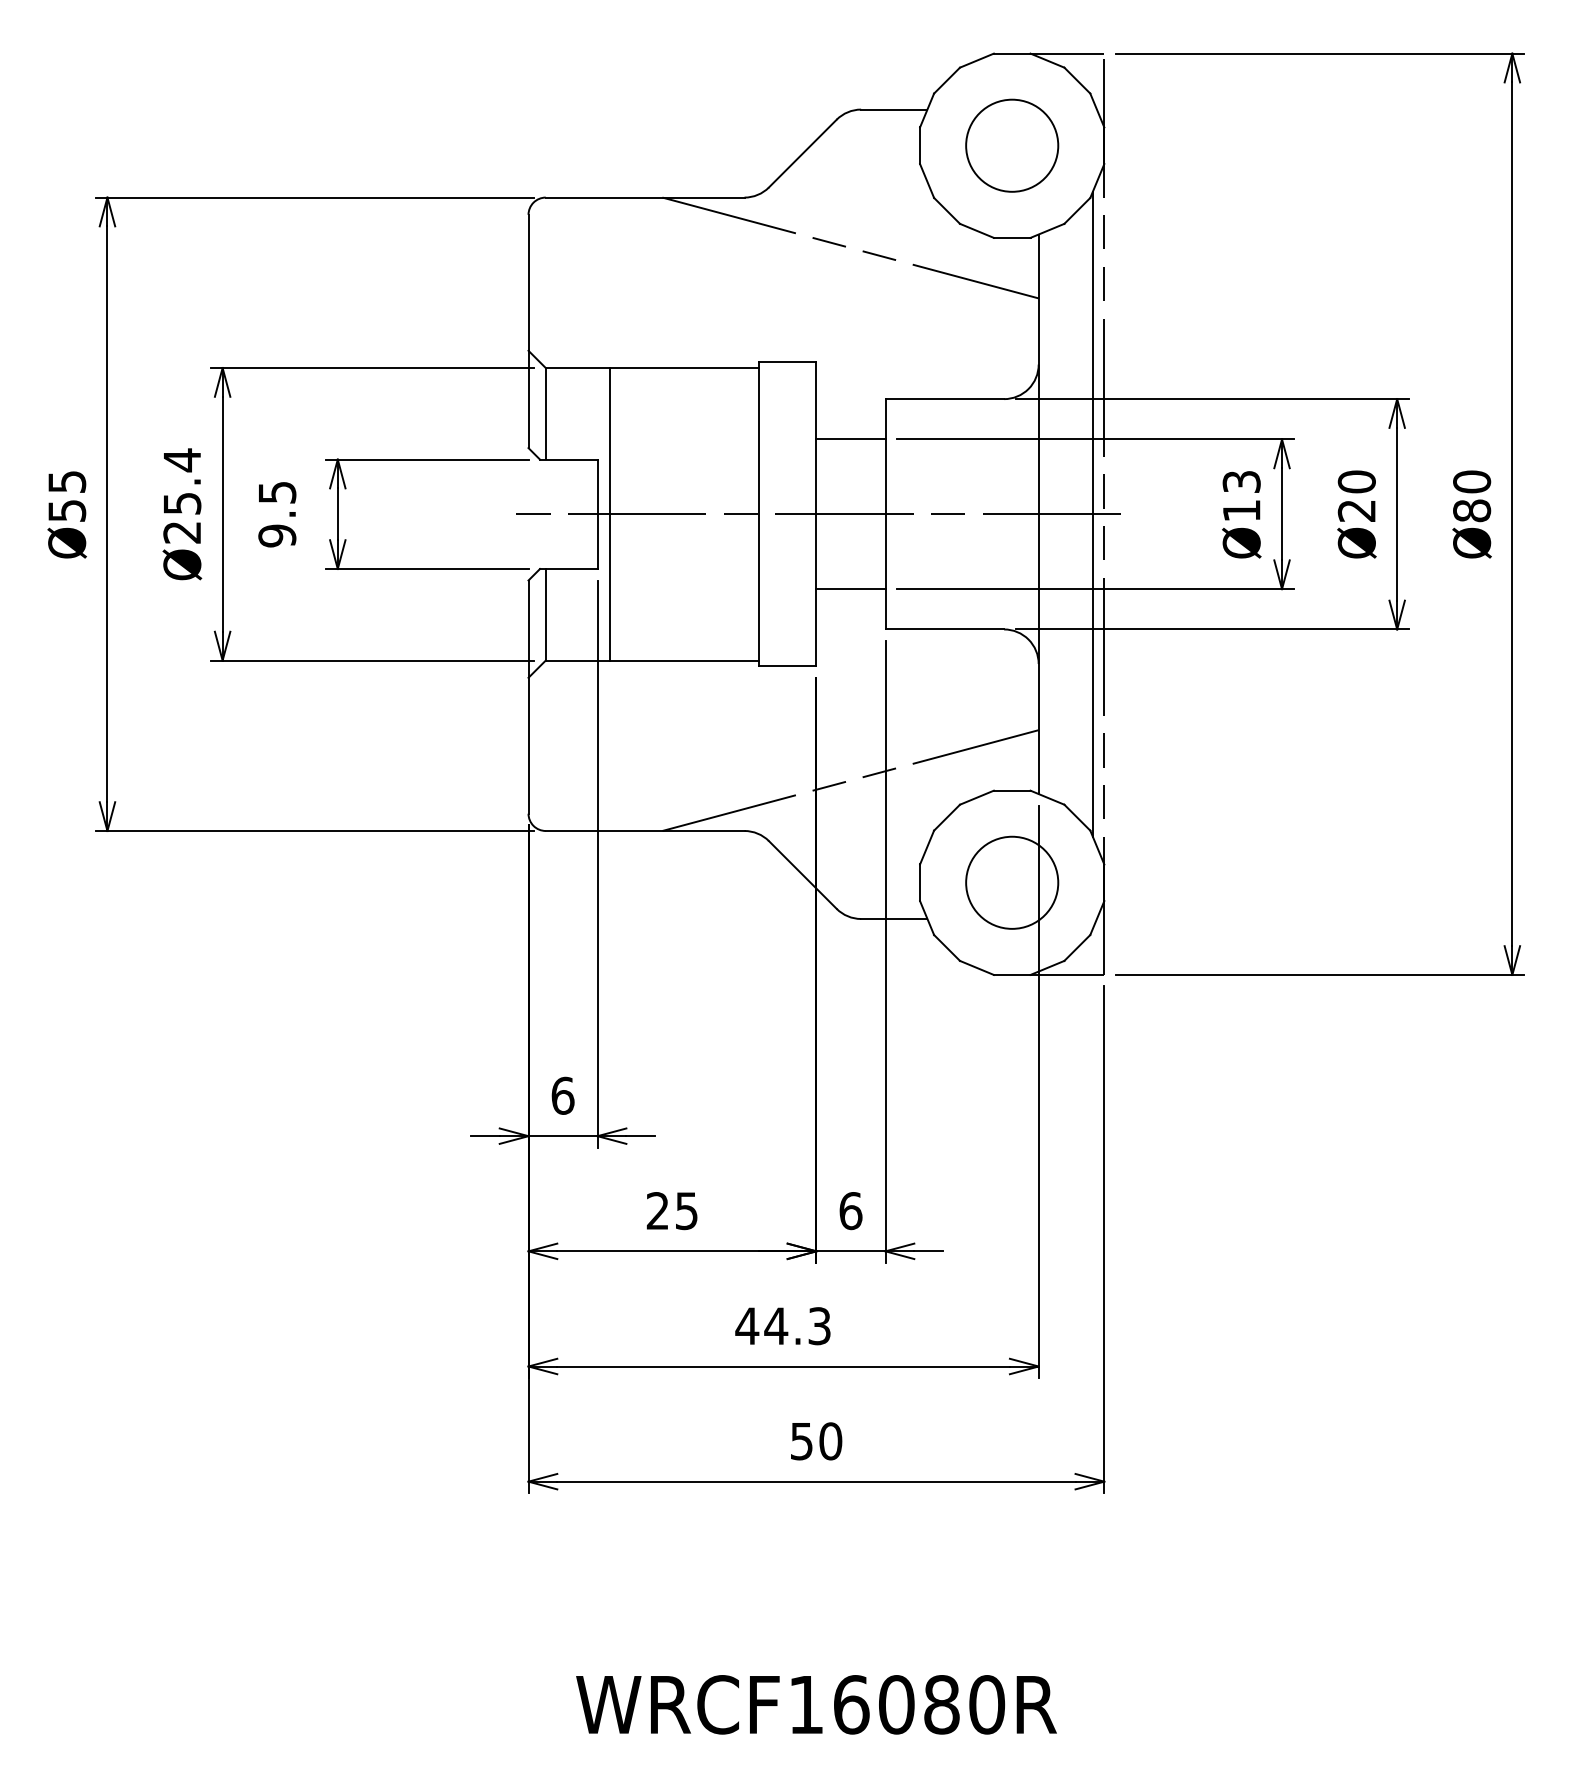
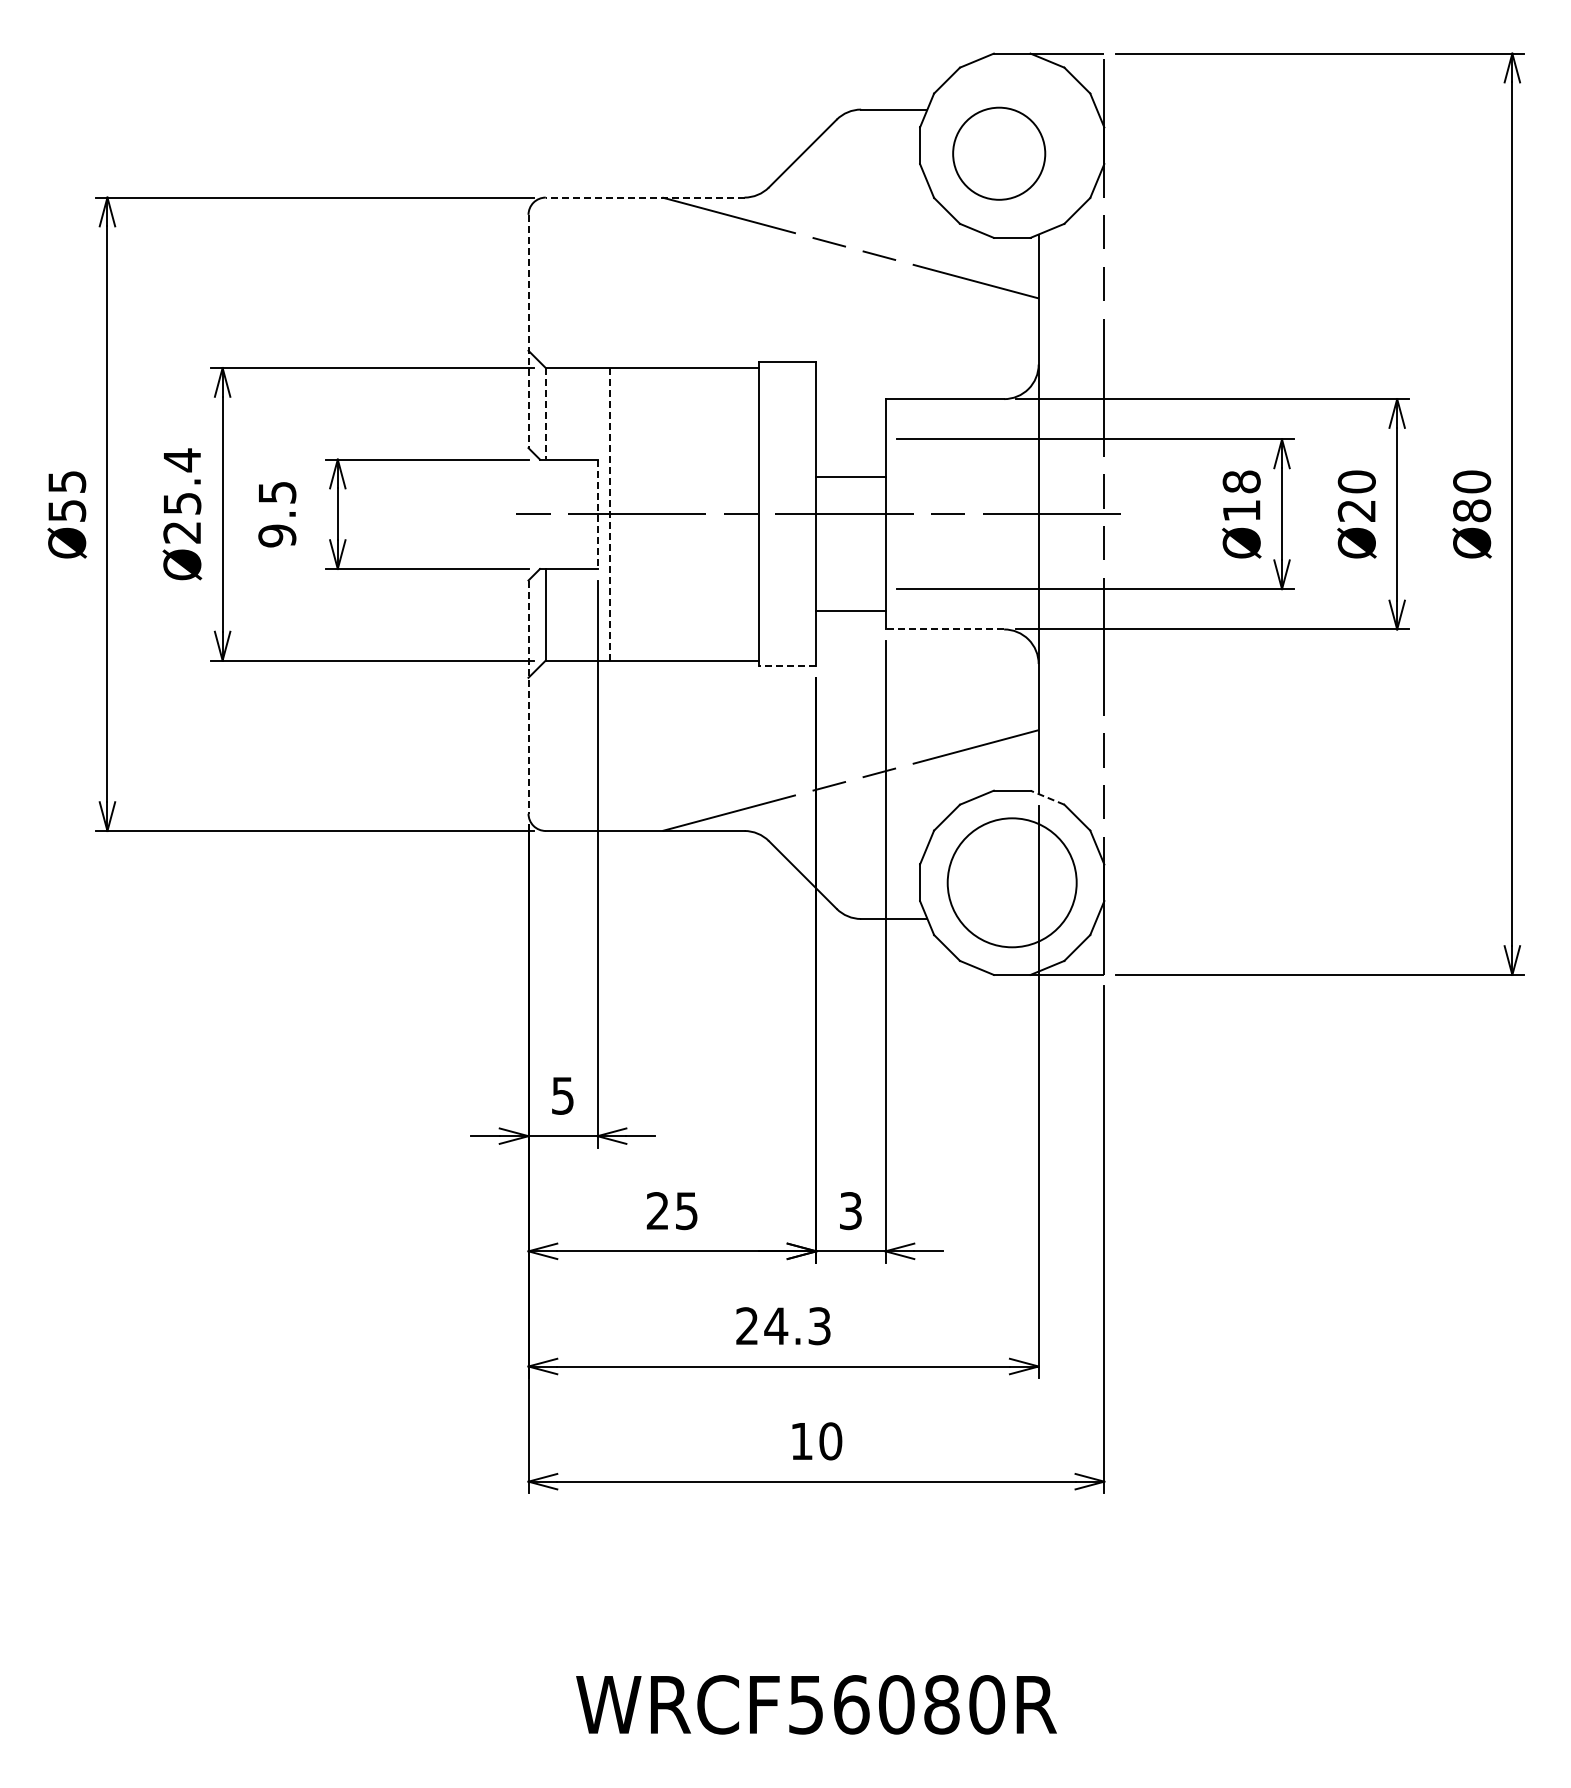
circle at (1012, 145) position: (1012, 145) -> (999, 153)
line at (644, 197): solid -> dashed
line at (528, 331): solid -> dashed
line at (545, 413): solid -> dashed
line at (850, 439) position: (850, 439) -> (850, 477)
text at (1241, 481): Ø13 -> Ø18
line at (1092, 513): present -> none
line at (597, 514): solid -> dashed
line at (610, 514): solid -> dashed
line at (850, 589) position: (850, 589) -> (850, 611)
line at (944, 629): solid -> dashed
line at (787, 666): solid -> dashed
line at (528, 697): solid -> dashed
line at (1047, 797): solid -> dashed
circle at (1012, 882) diameter: 92 px -> 129 px
text at (562, 1095): 6 -> 5
text at (850, 1211): 6 -> 3
text at (747, 1325): 44.3 -> 24.3
text at (801, 1441): 50 -> 10
text at (805, 1705): WRCF16080R -> WRCF56080R
